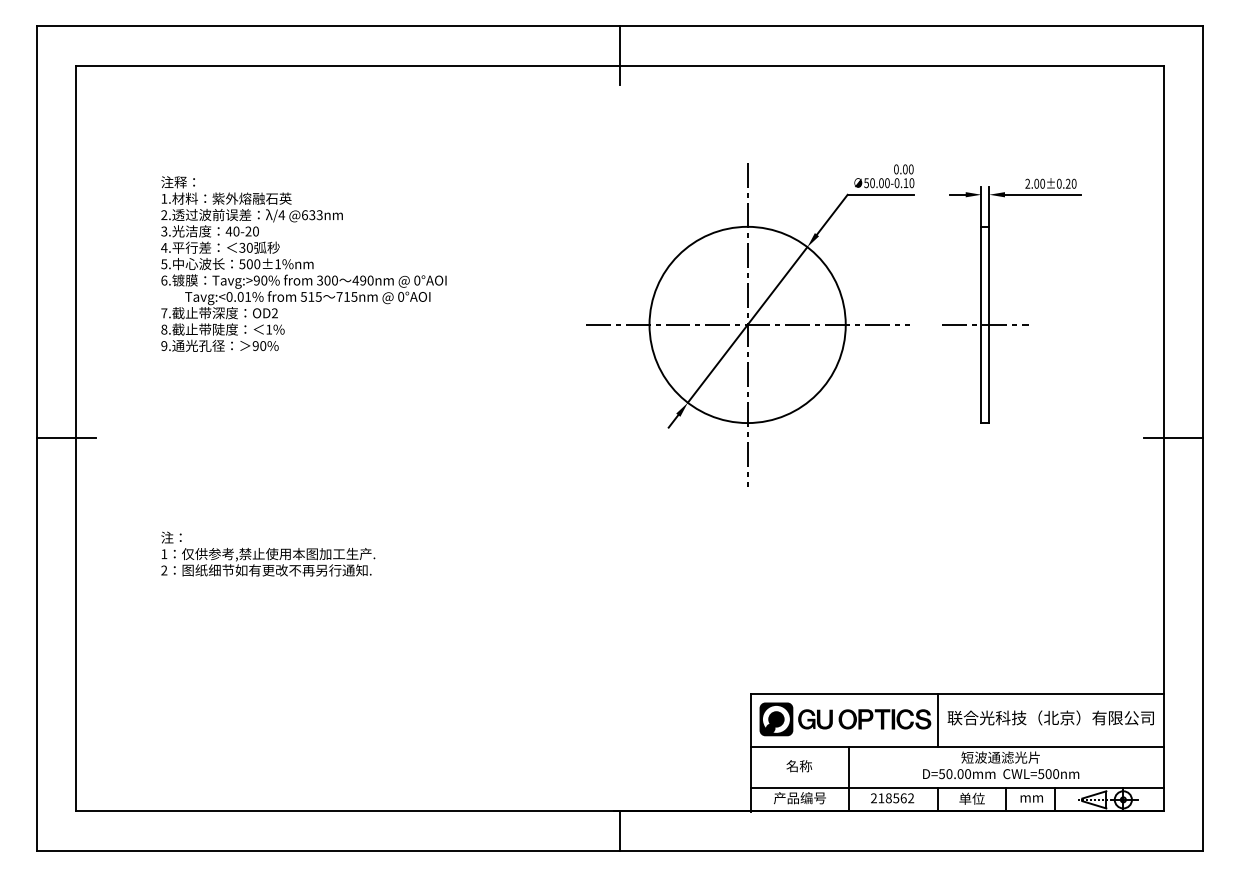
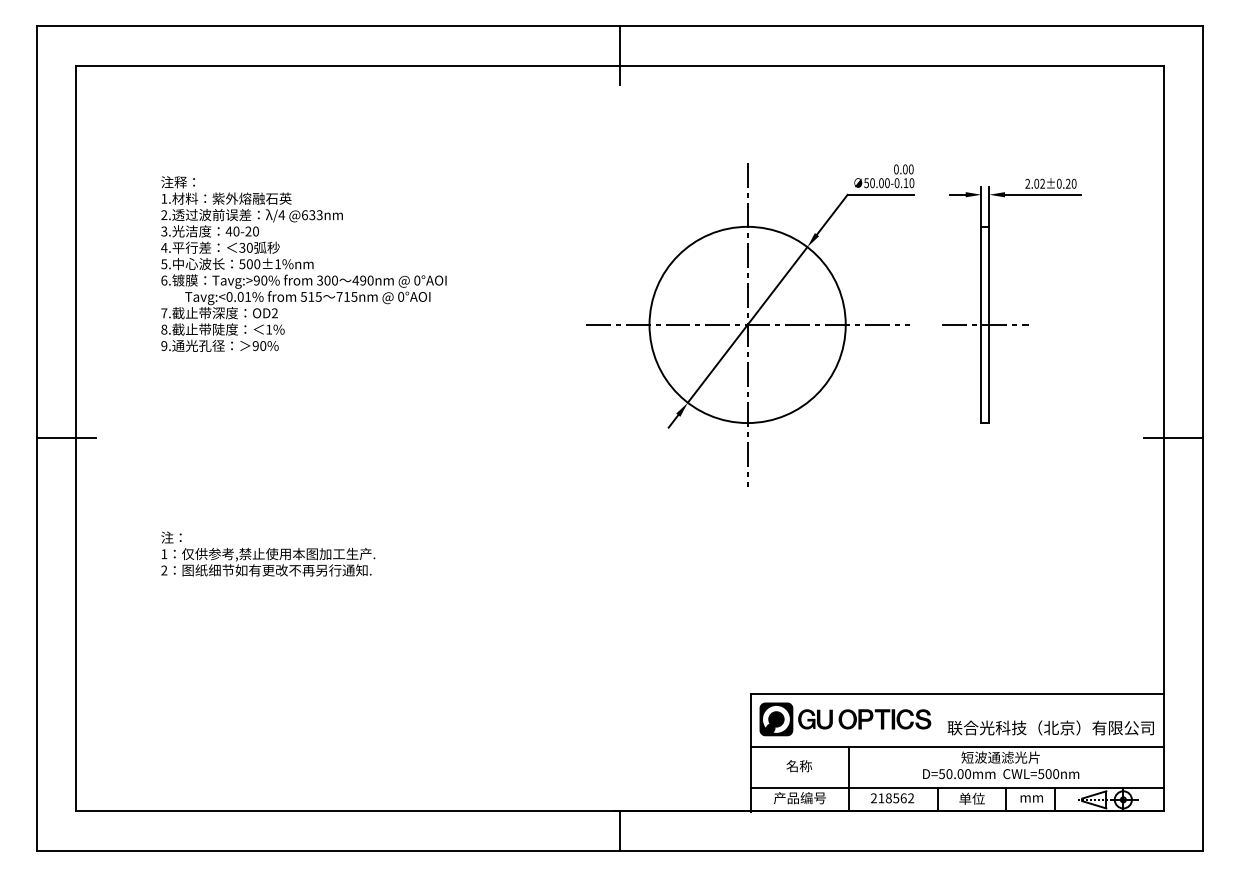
text at (1042, 183): 2.00±0.20 -> 2.02±0.20
text at (1050, 717) position: (1050, 717) -> (1050, 727)
line at (938, 719): present -> none
